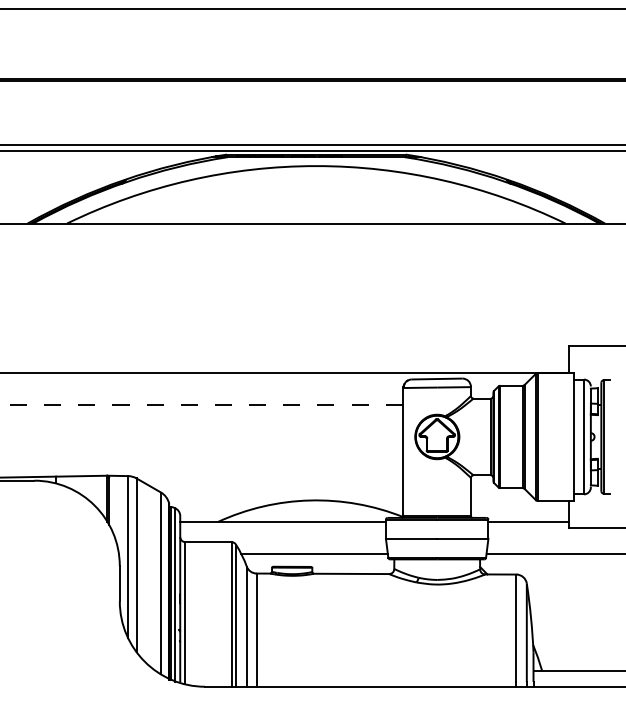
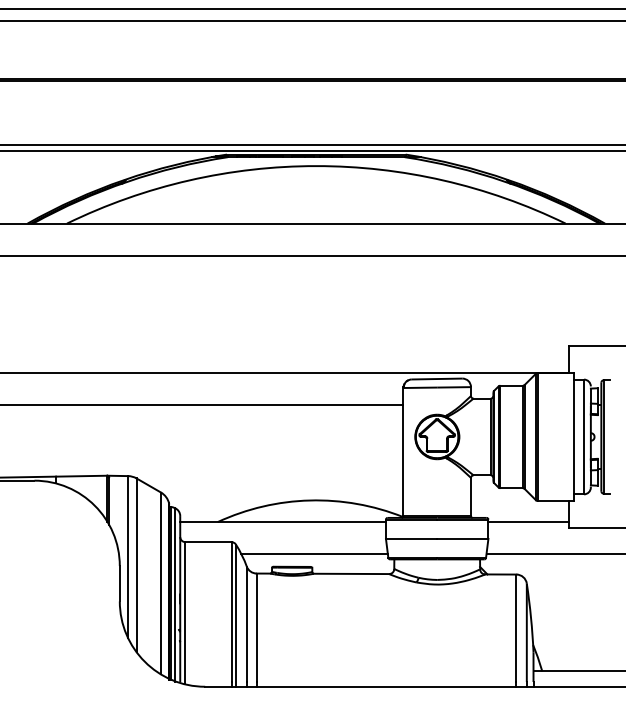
line at (312, 21): none -> present
line at (312, 255): none -> present
line at (202, 404): dashed -> solid
